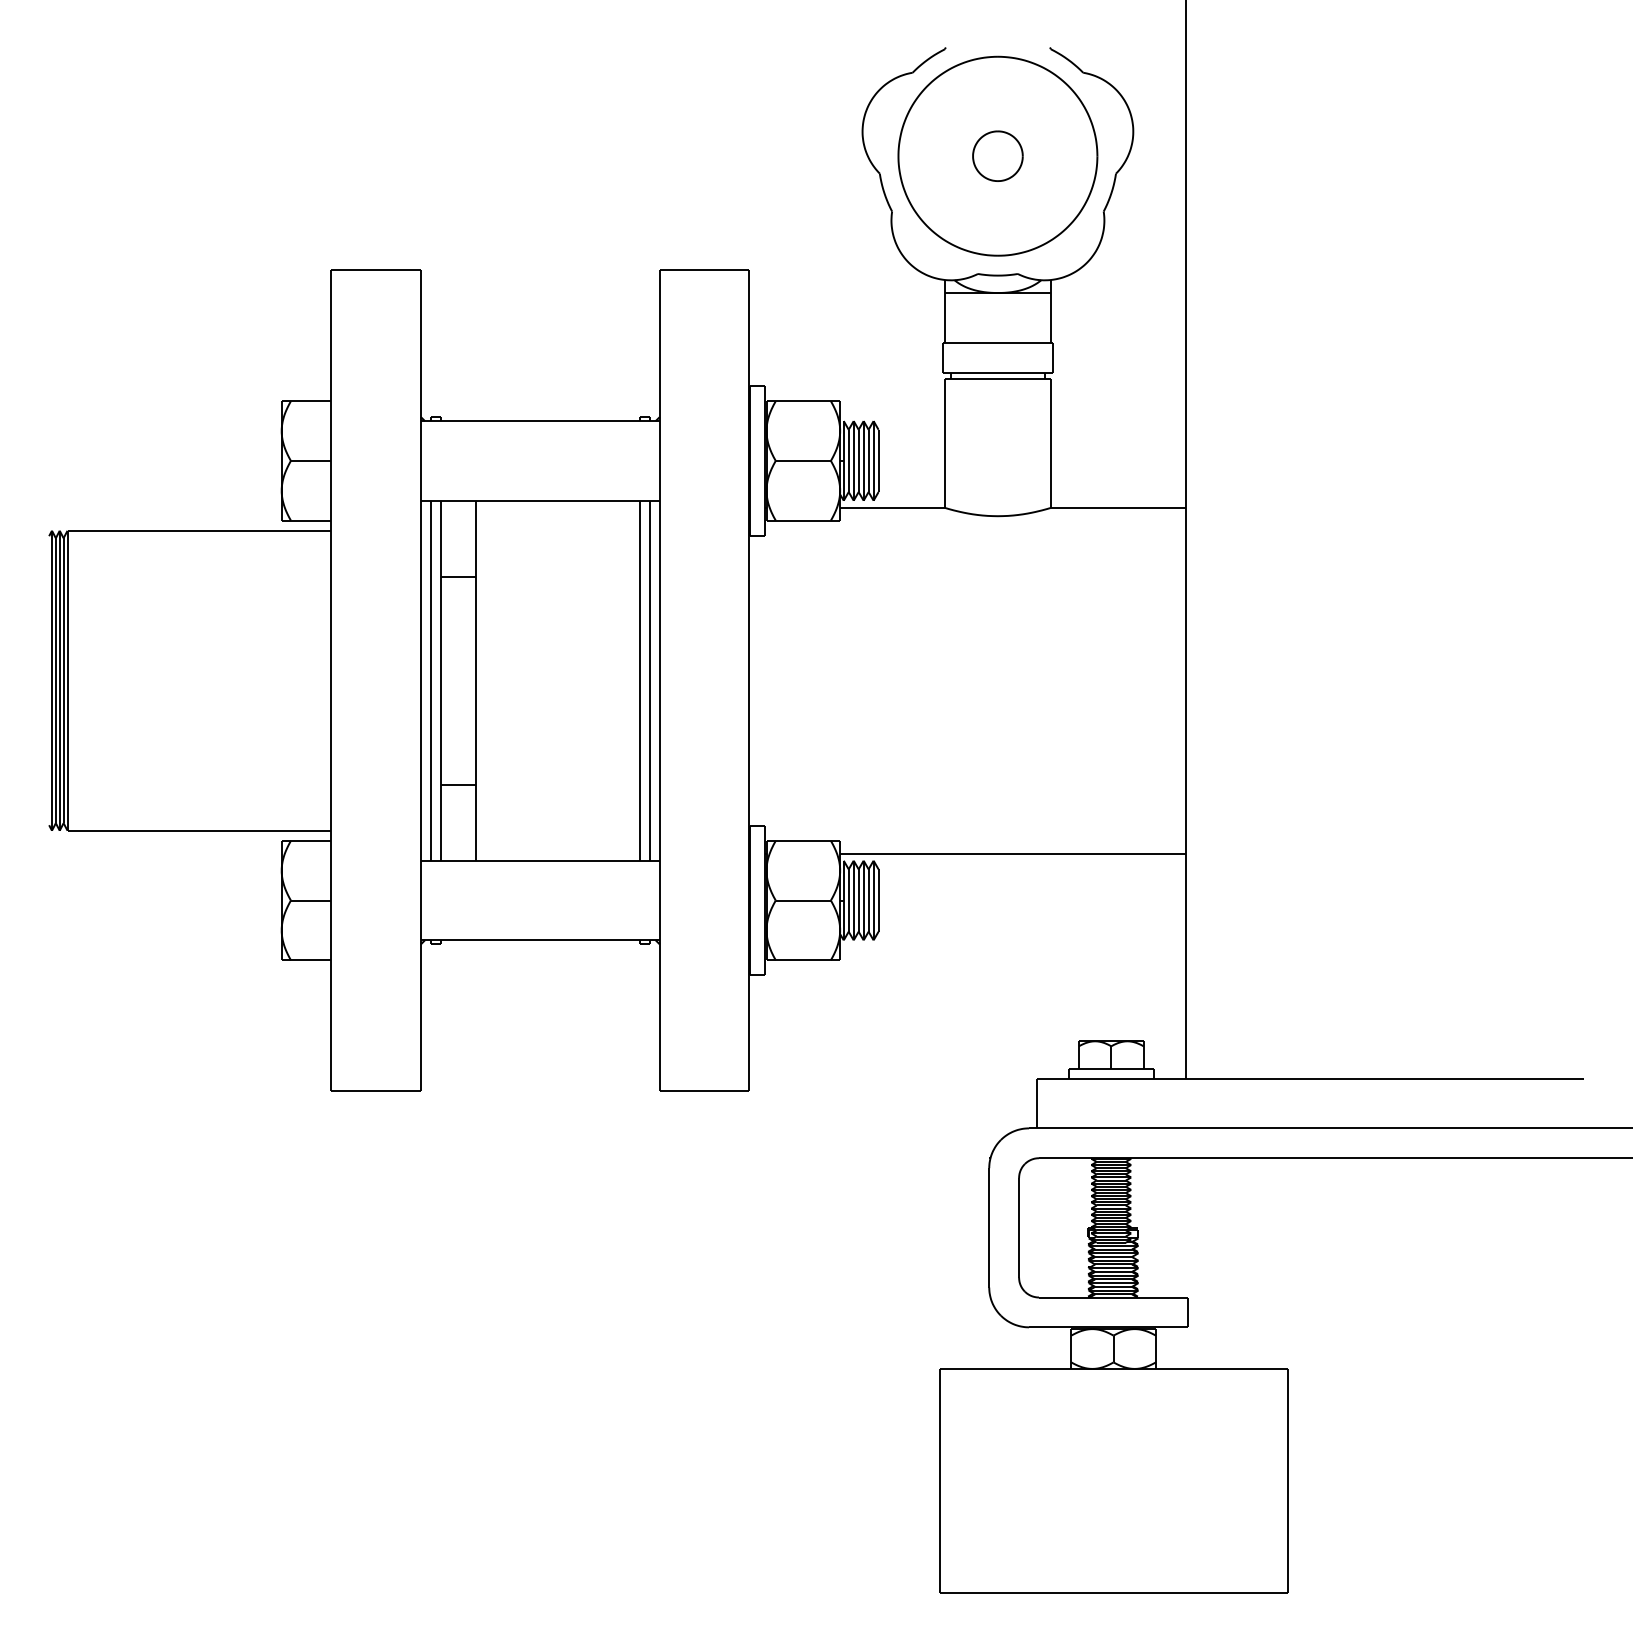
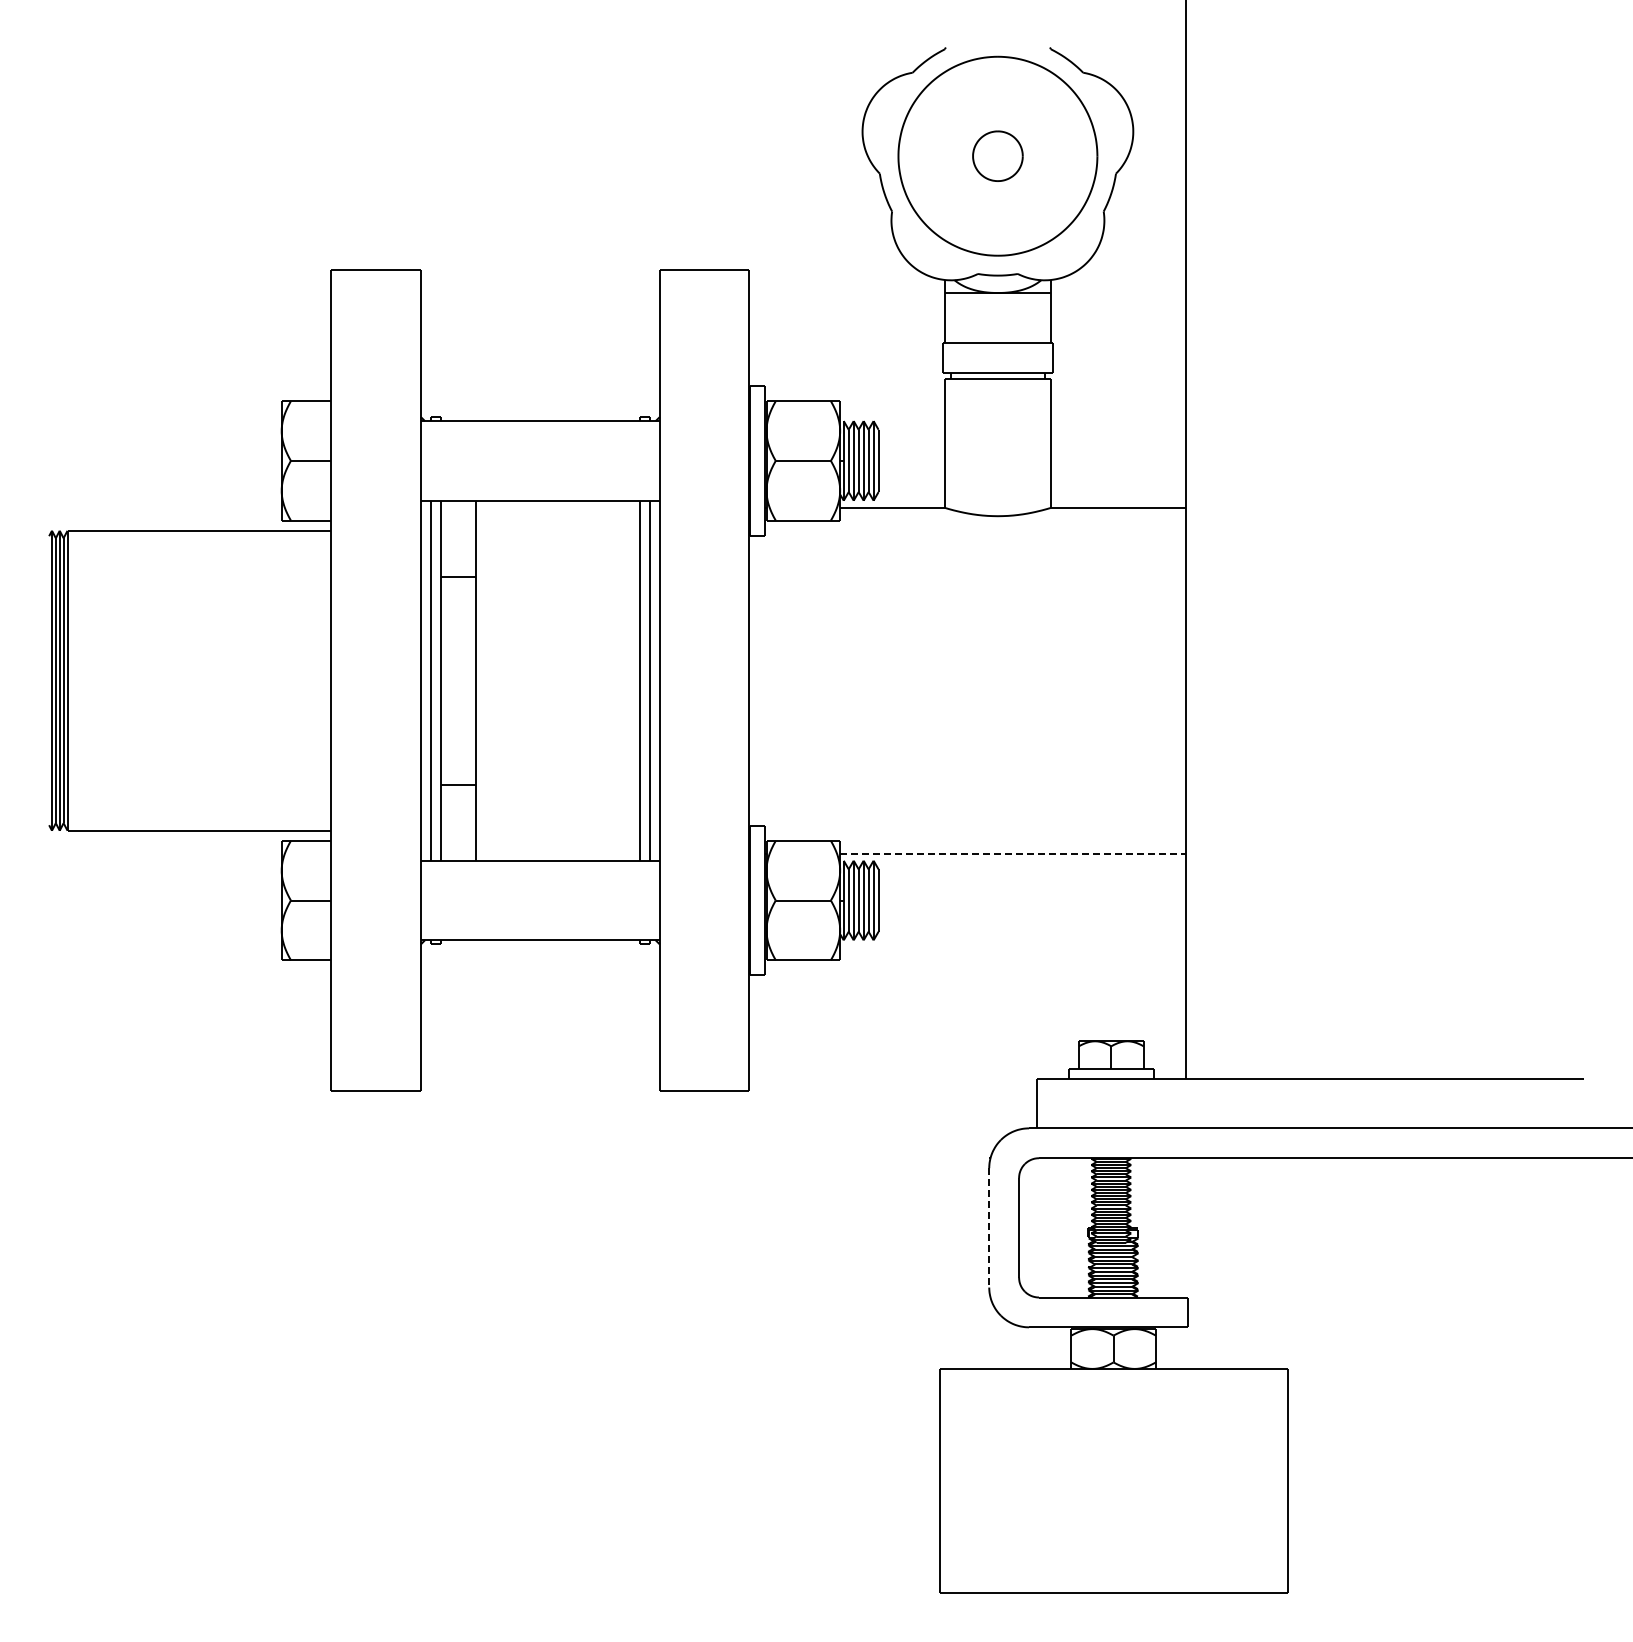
line at (1013, 853): solid -> dashed
line at (989, 1227): solid -> dashed
